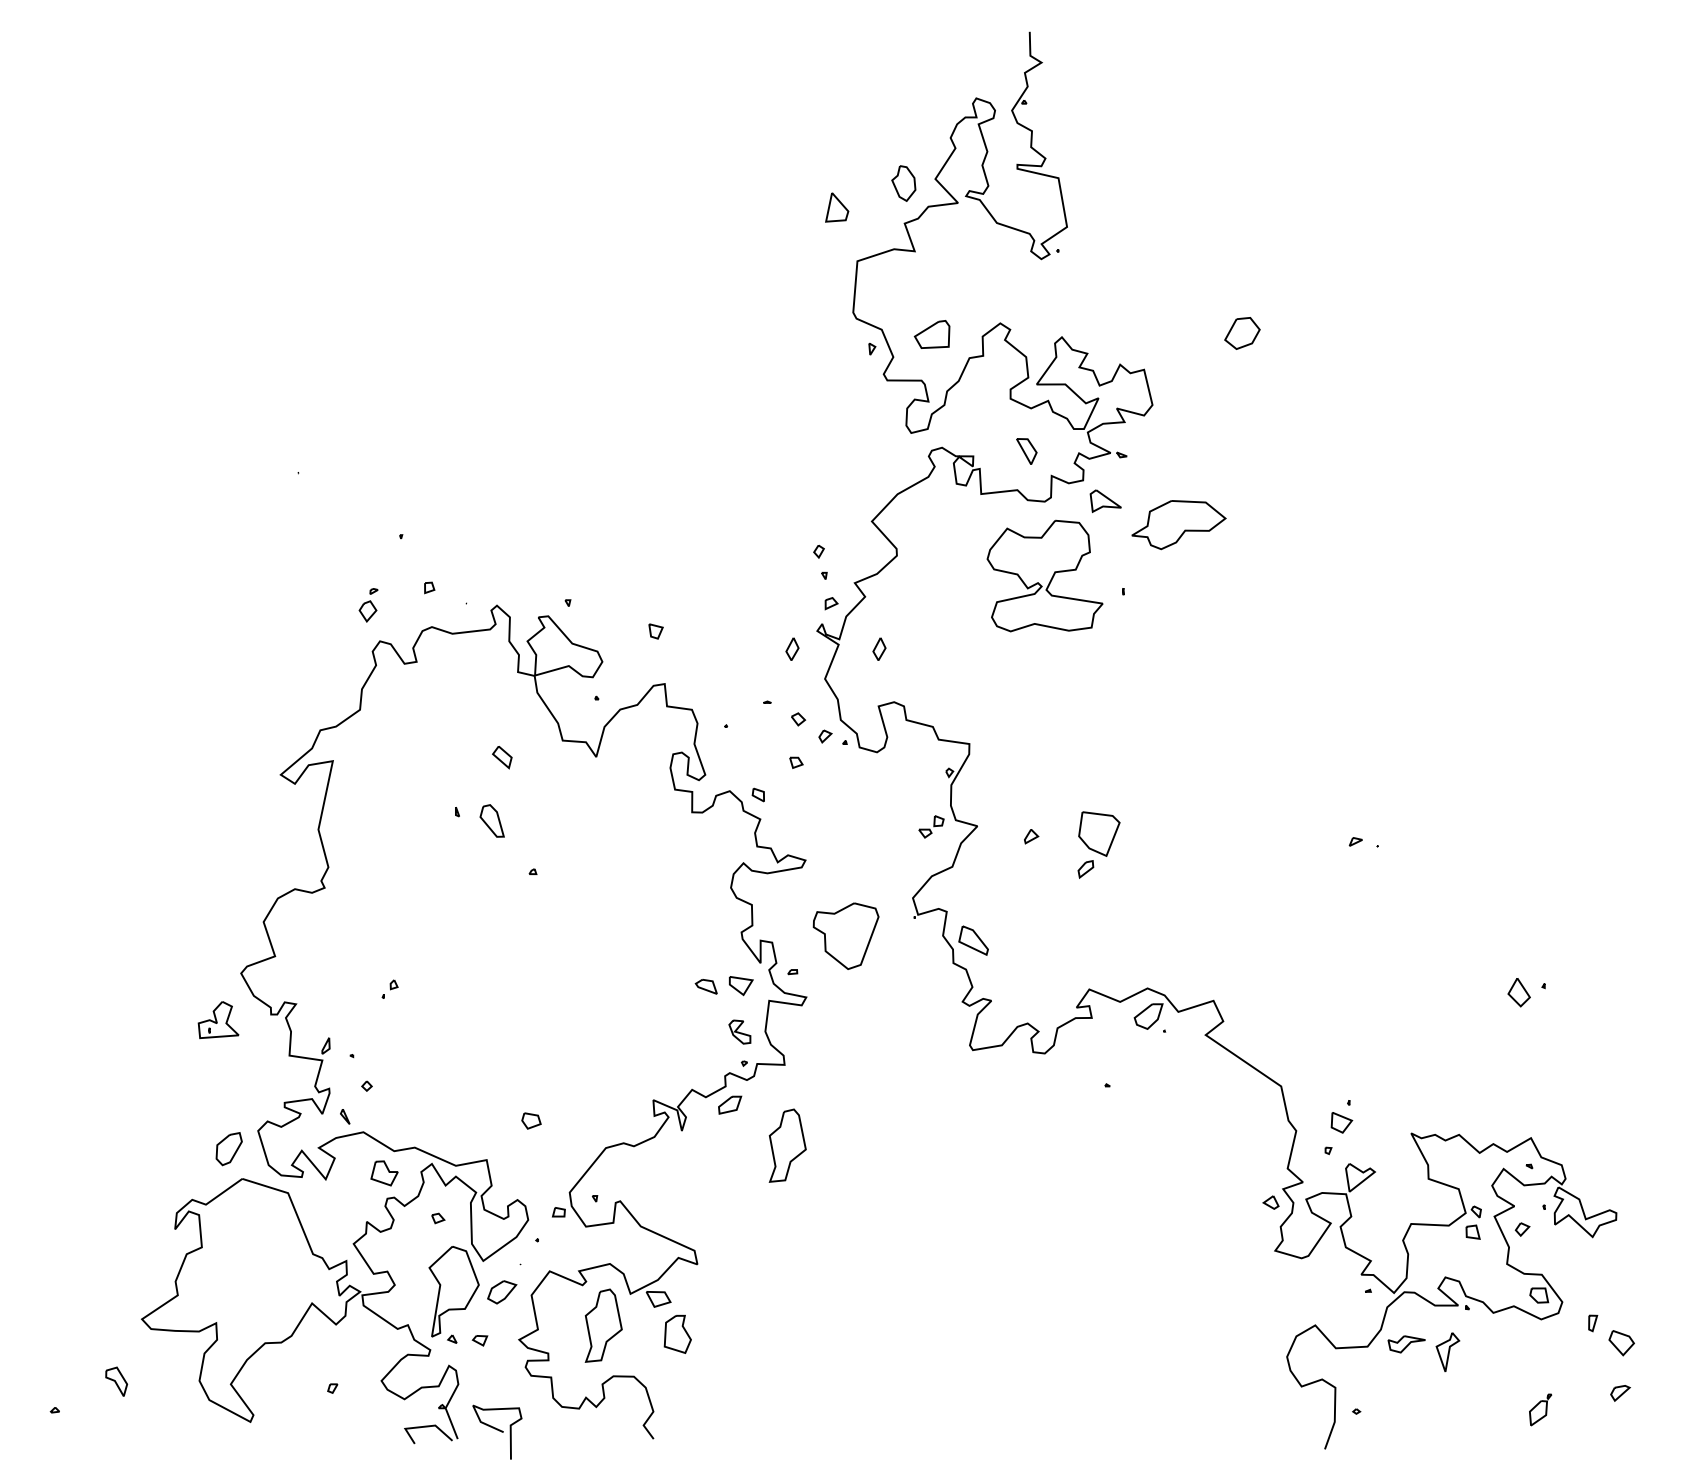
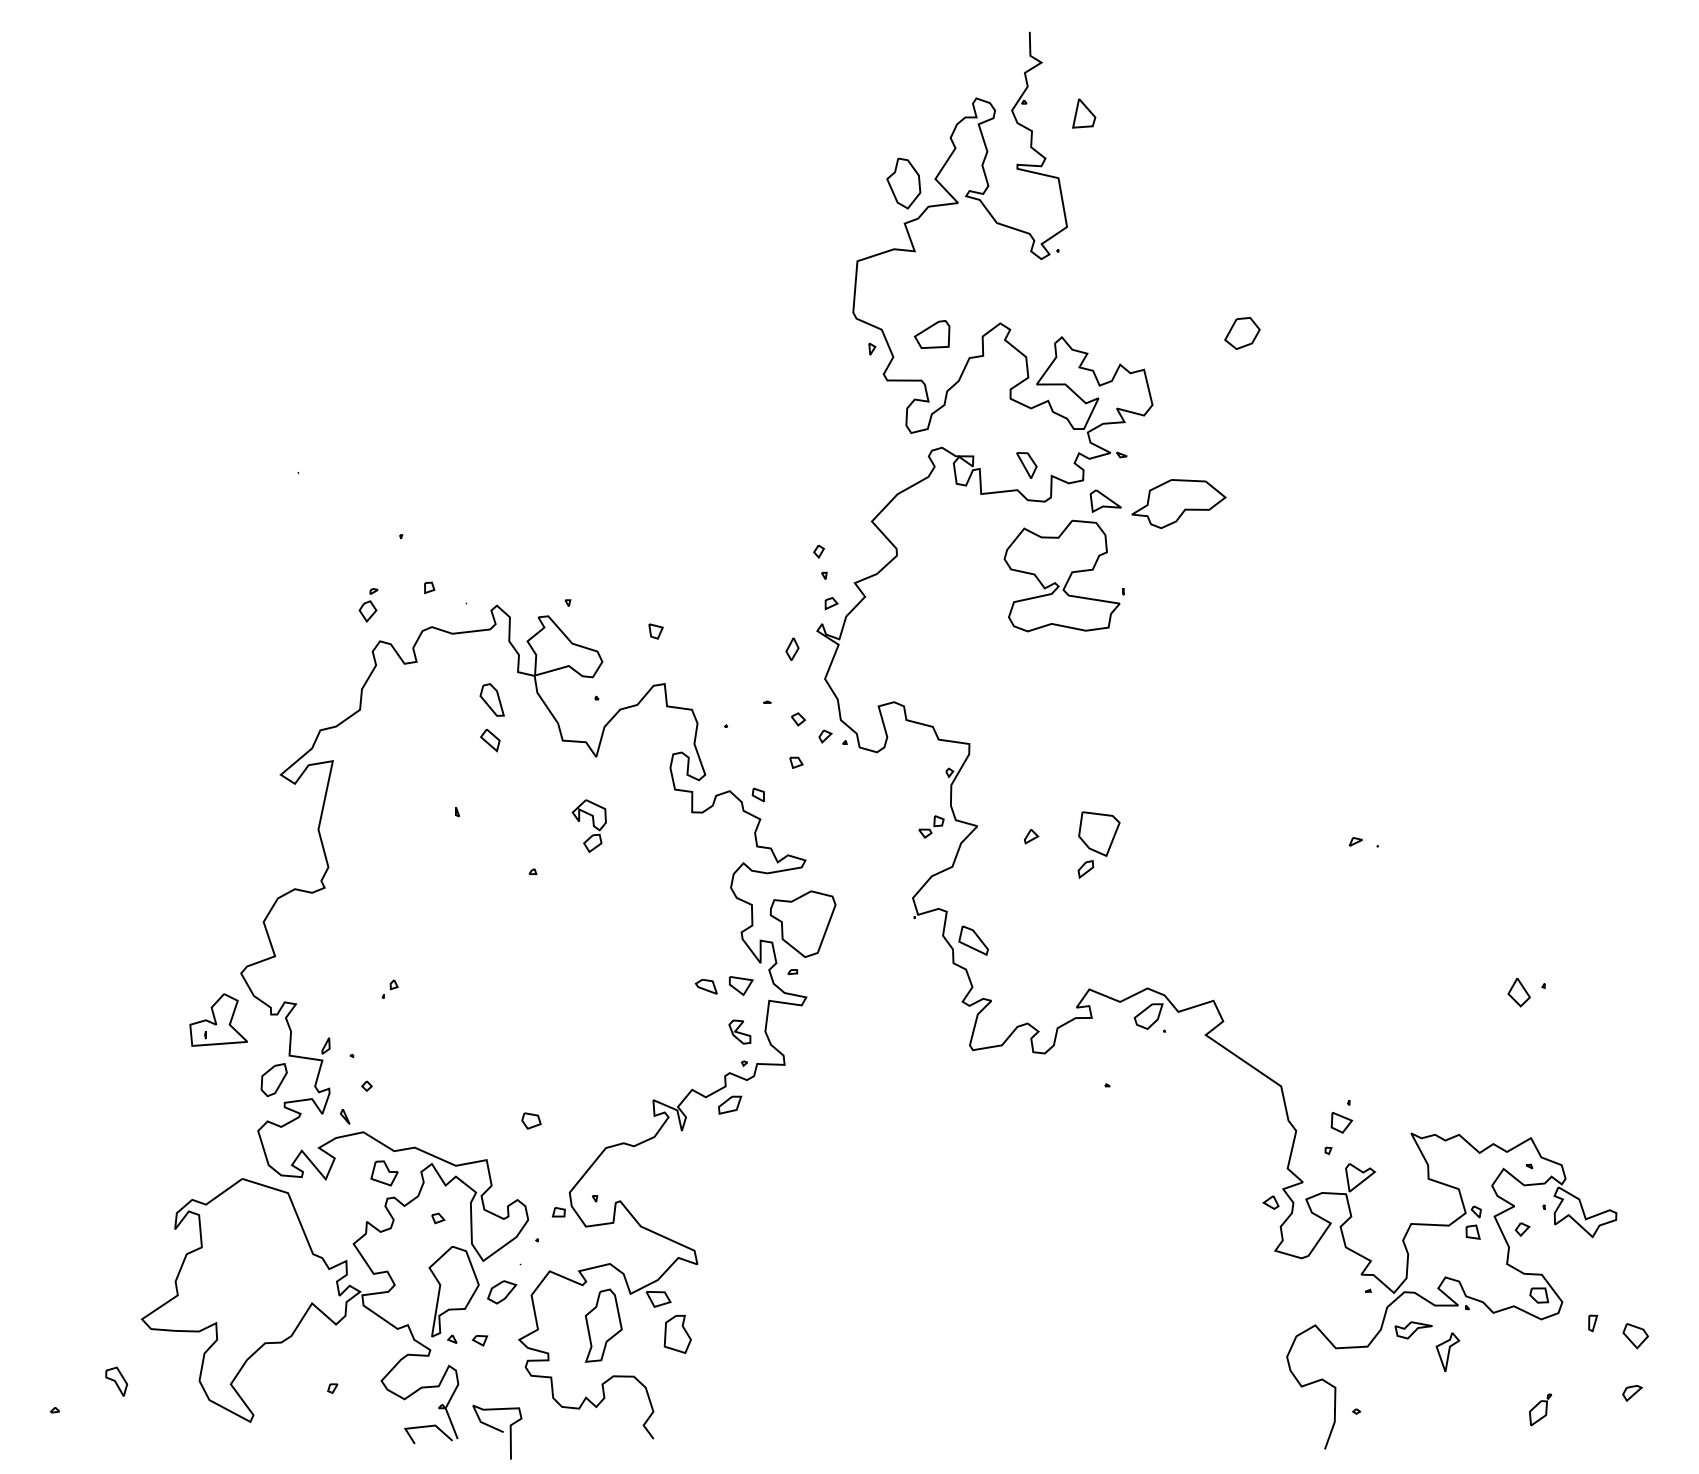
part at (903, 183) size: 26x37 px -> 36x53 px
part at (837, 207) position: (837, 207) -> (1084, 113)
part at (1026, 451) position: (1026, 451) -> (1026, 465)
part at (1178, 525) position: (1178, 525) -> (1178, 504)
part at (1044, 575) position: (1044, 575) -> (1061, 575)
part at (879, 648): present -> none
part at (502, 757) position: (502, 757) -> (490, 740)
part at (491, 820) position: (491, 820) -> (491, 699)
part at (588, 826): none -> present
part at (845, 935) position: (845, 935) -> (802, 923)
part at (218, 1020) size: 43x39 px -> 59x54 px
part at (787, 1145): present -> none
part at (228, 1149) position: (228, 1149) -> (273, 1080)
part at (1621, 1343) position: (1621, 1343) -> (1635, 1336)
part at (1406, 1344) position: (1406, 1344) -> (1413, 1330)
part at (1620, 1393) position: (1620, 1393) -> (1632, 1393)
